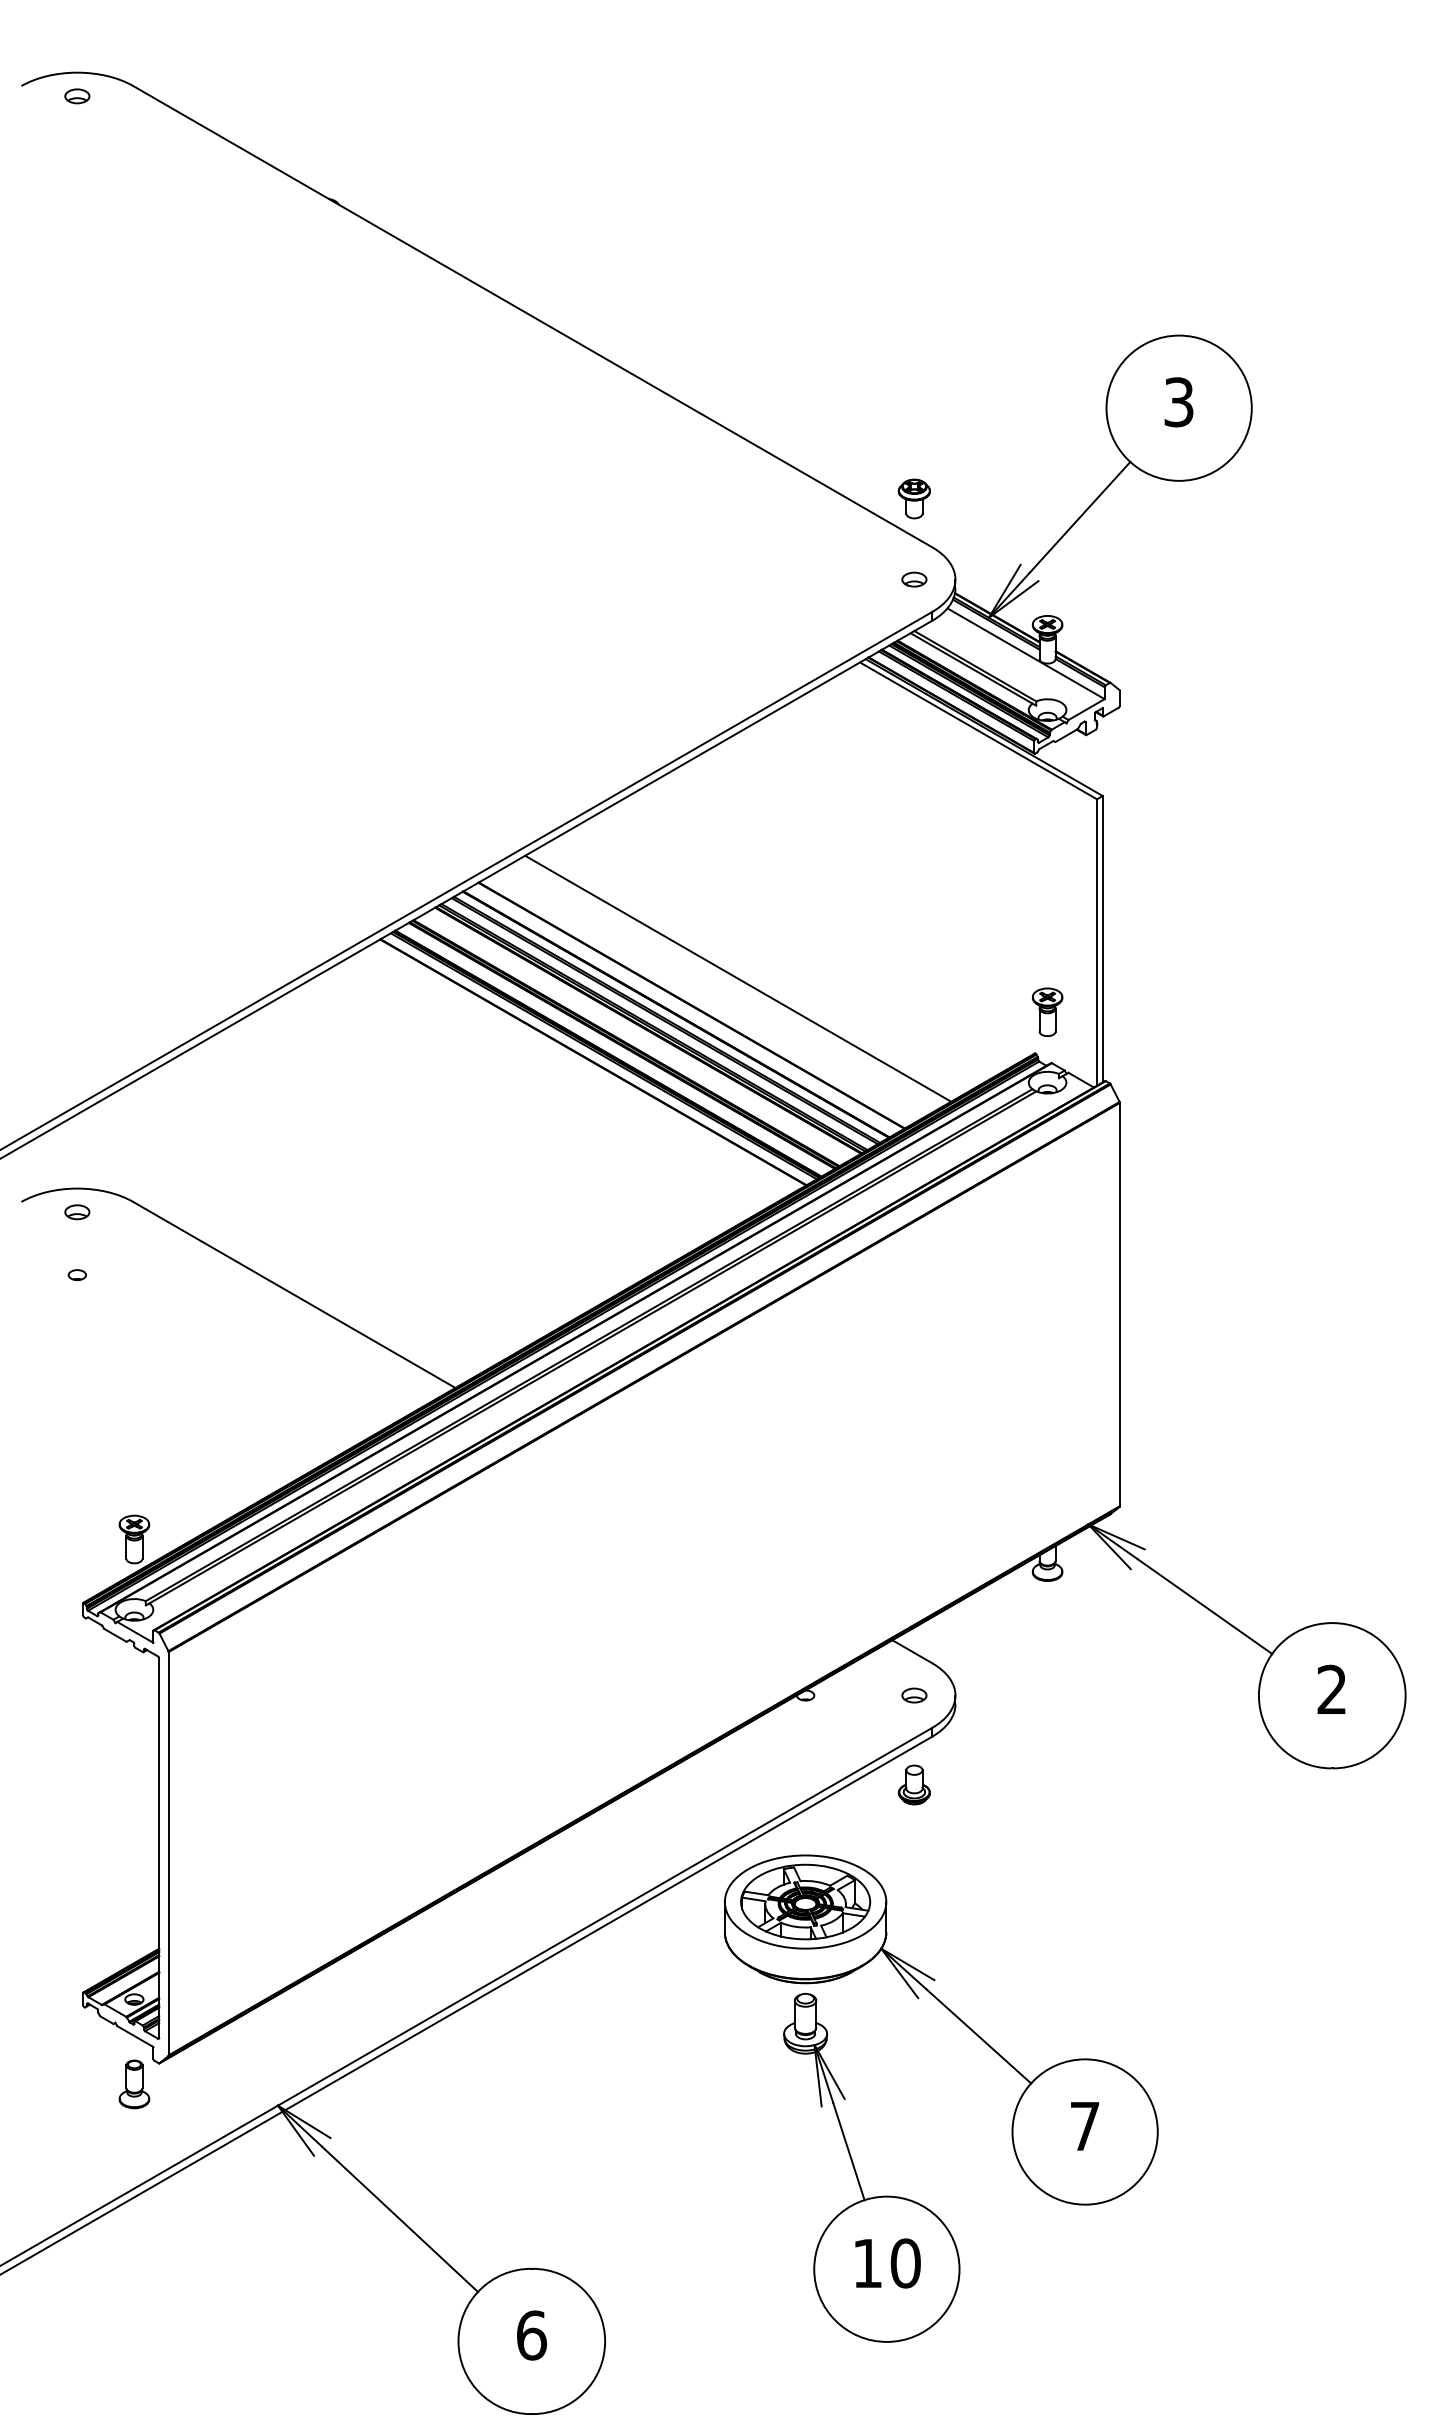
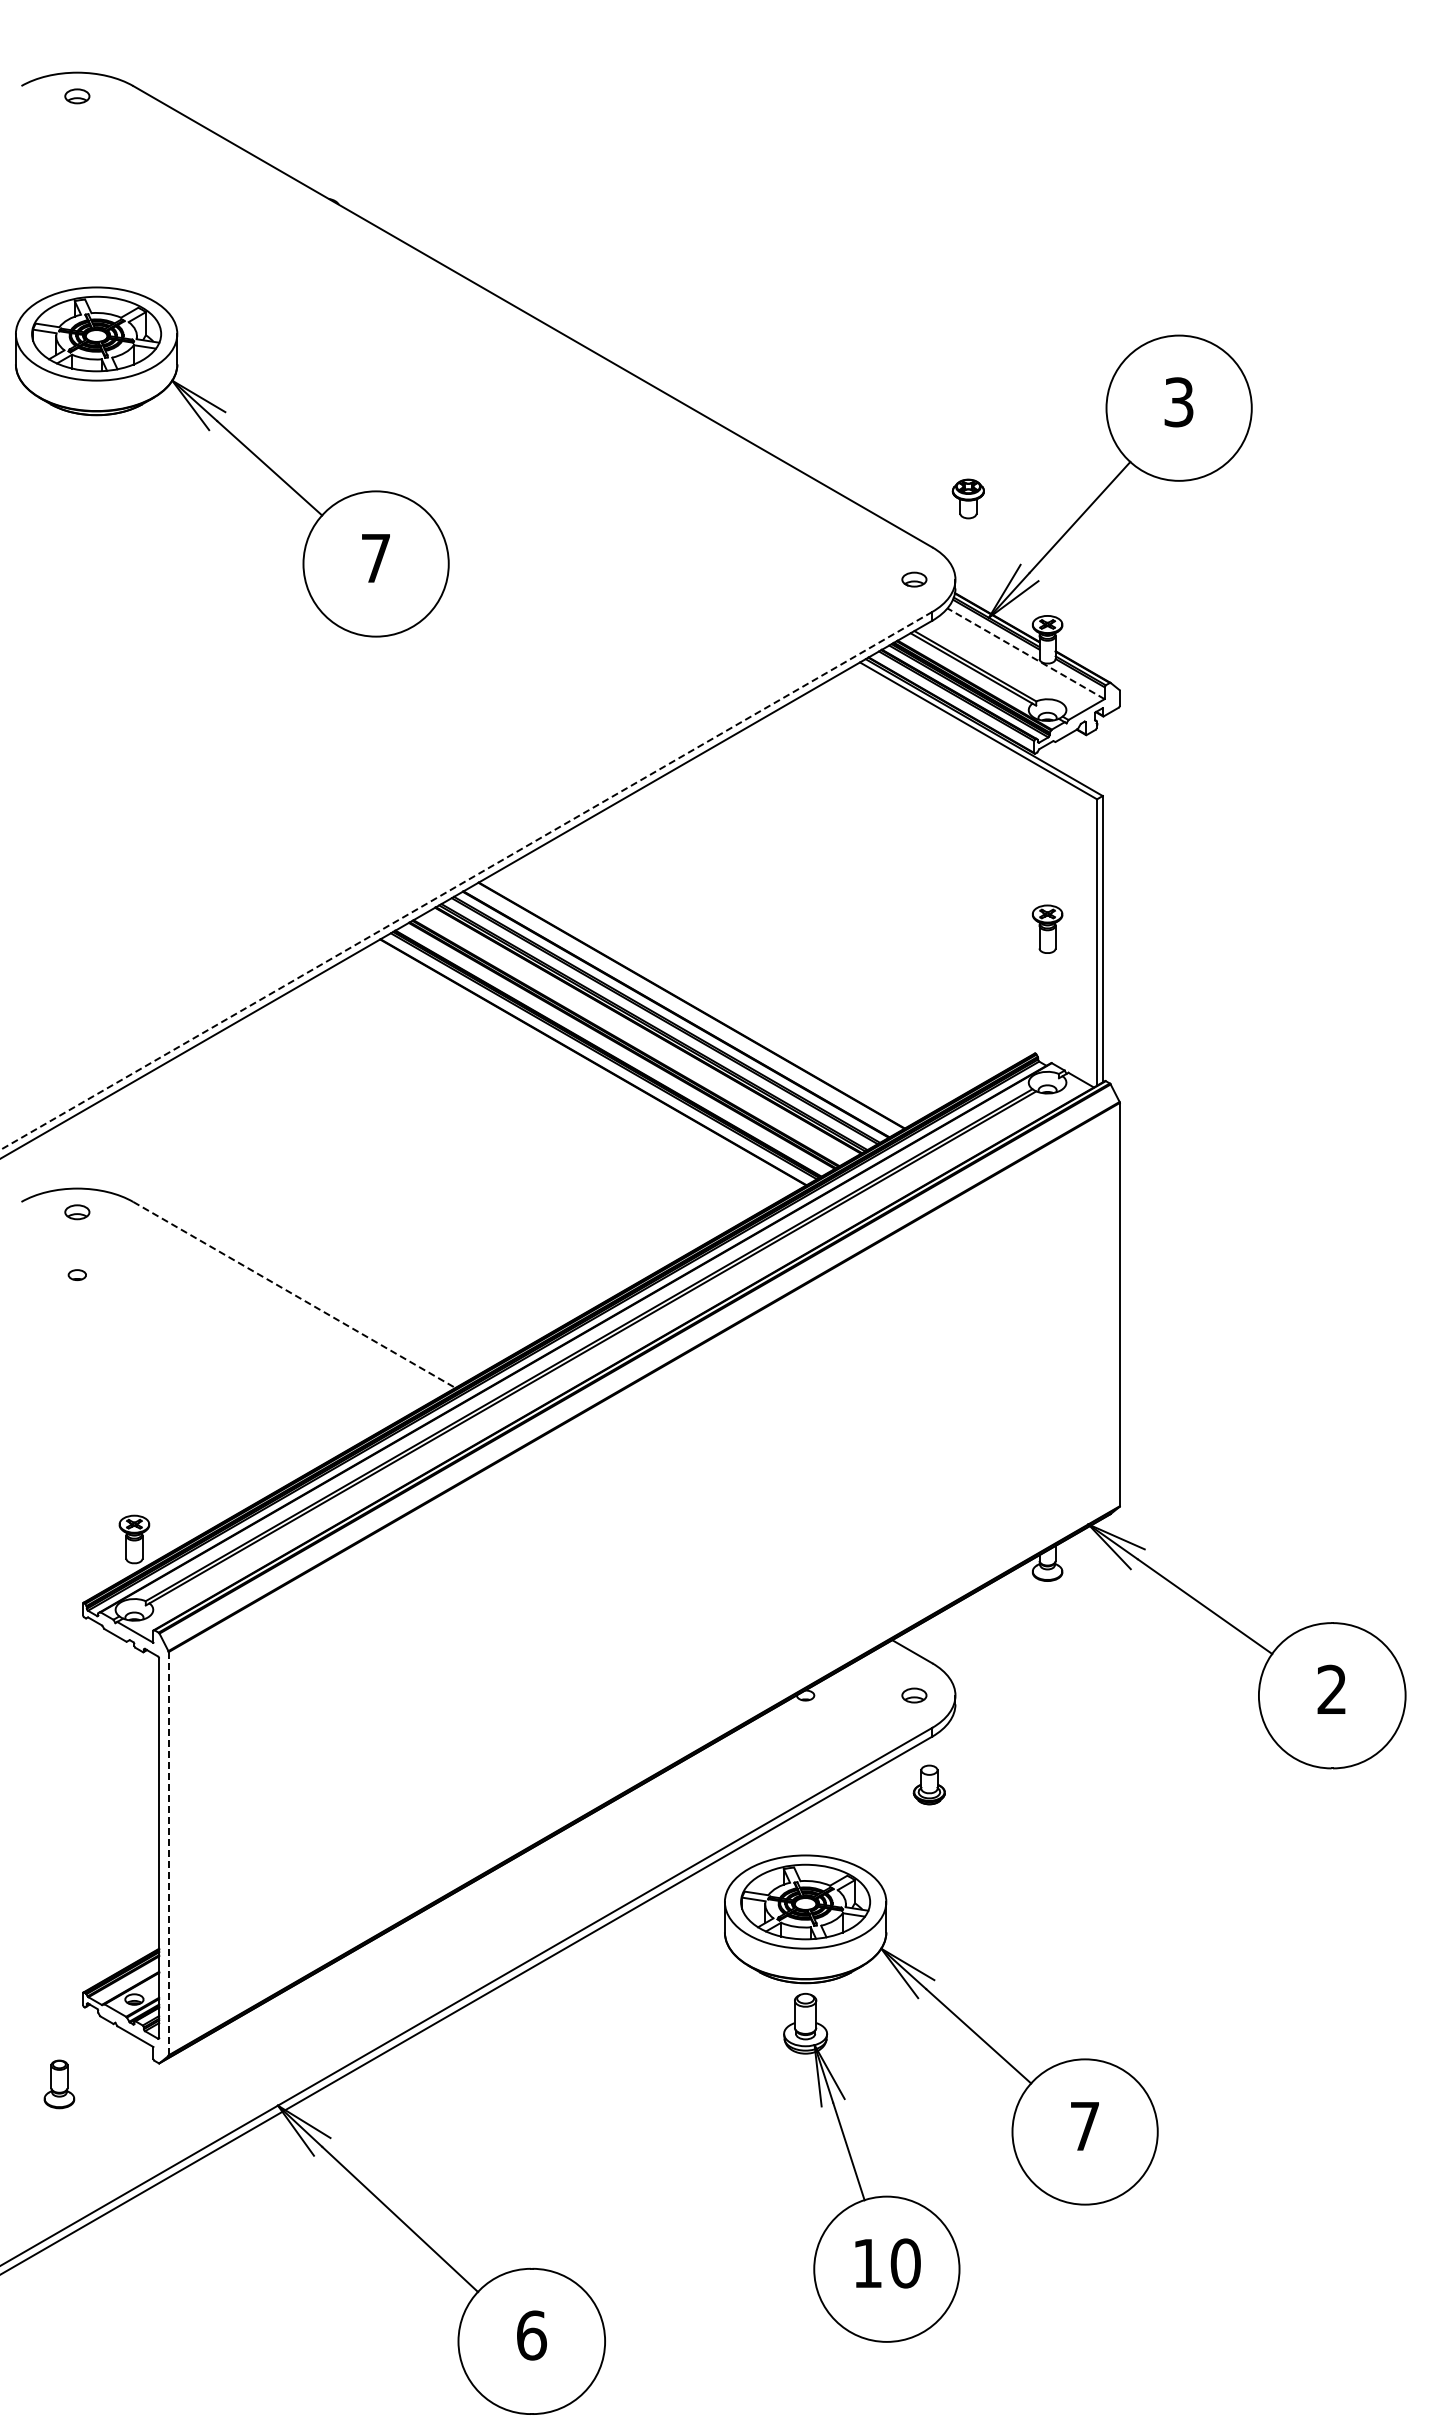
part at (243, 446): none -> present
part at (913, 498) position: (913, 498) -> (967, 498)
line at (1026, 653): solid -> dashed
line at (465, 881): solid -> dashed
line at (738, 978): present -> none
part at (1047, 1011) position: (1047, 1011) -> (1047, 928)
line at (294, 1295): solid -> dashed
part at (913, 1784) position: (913, 1784) -> (928, 1784)
line at (168, 1853): solid -> dashed
part at (134, 2084) position: (134, 2084) -> (59, 2084)
